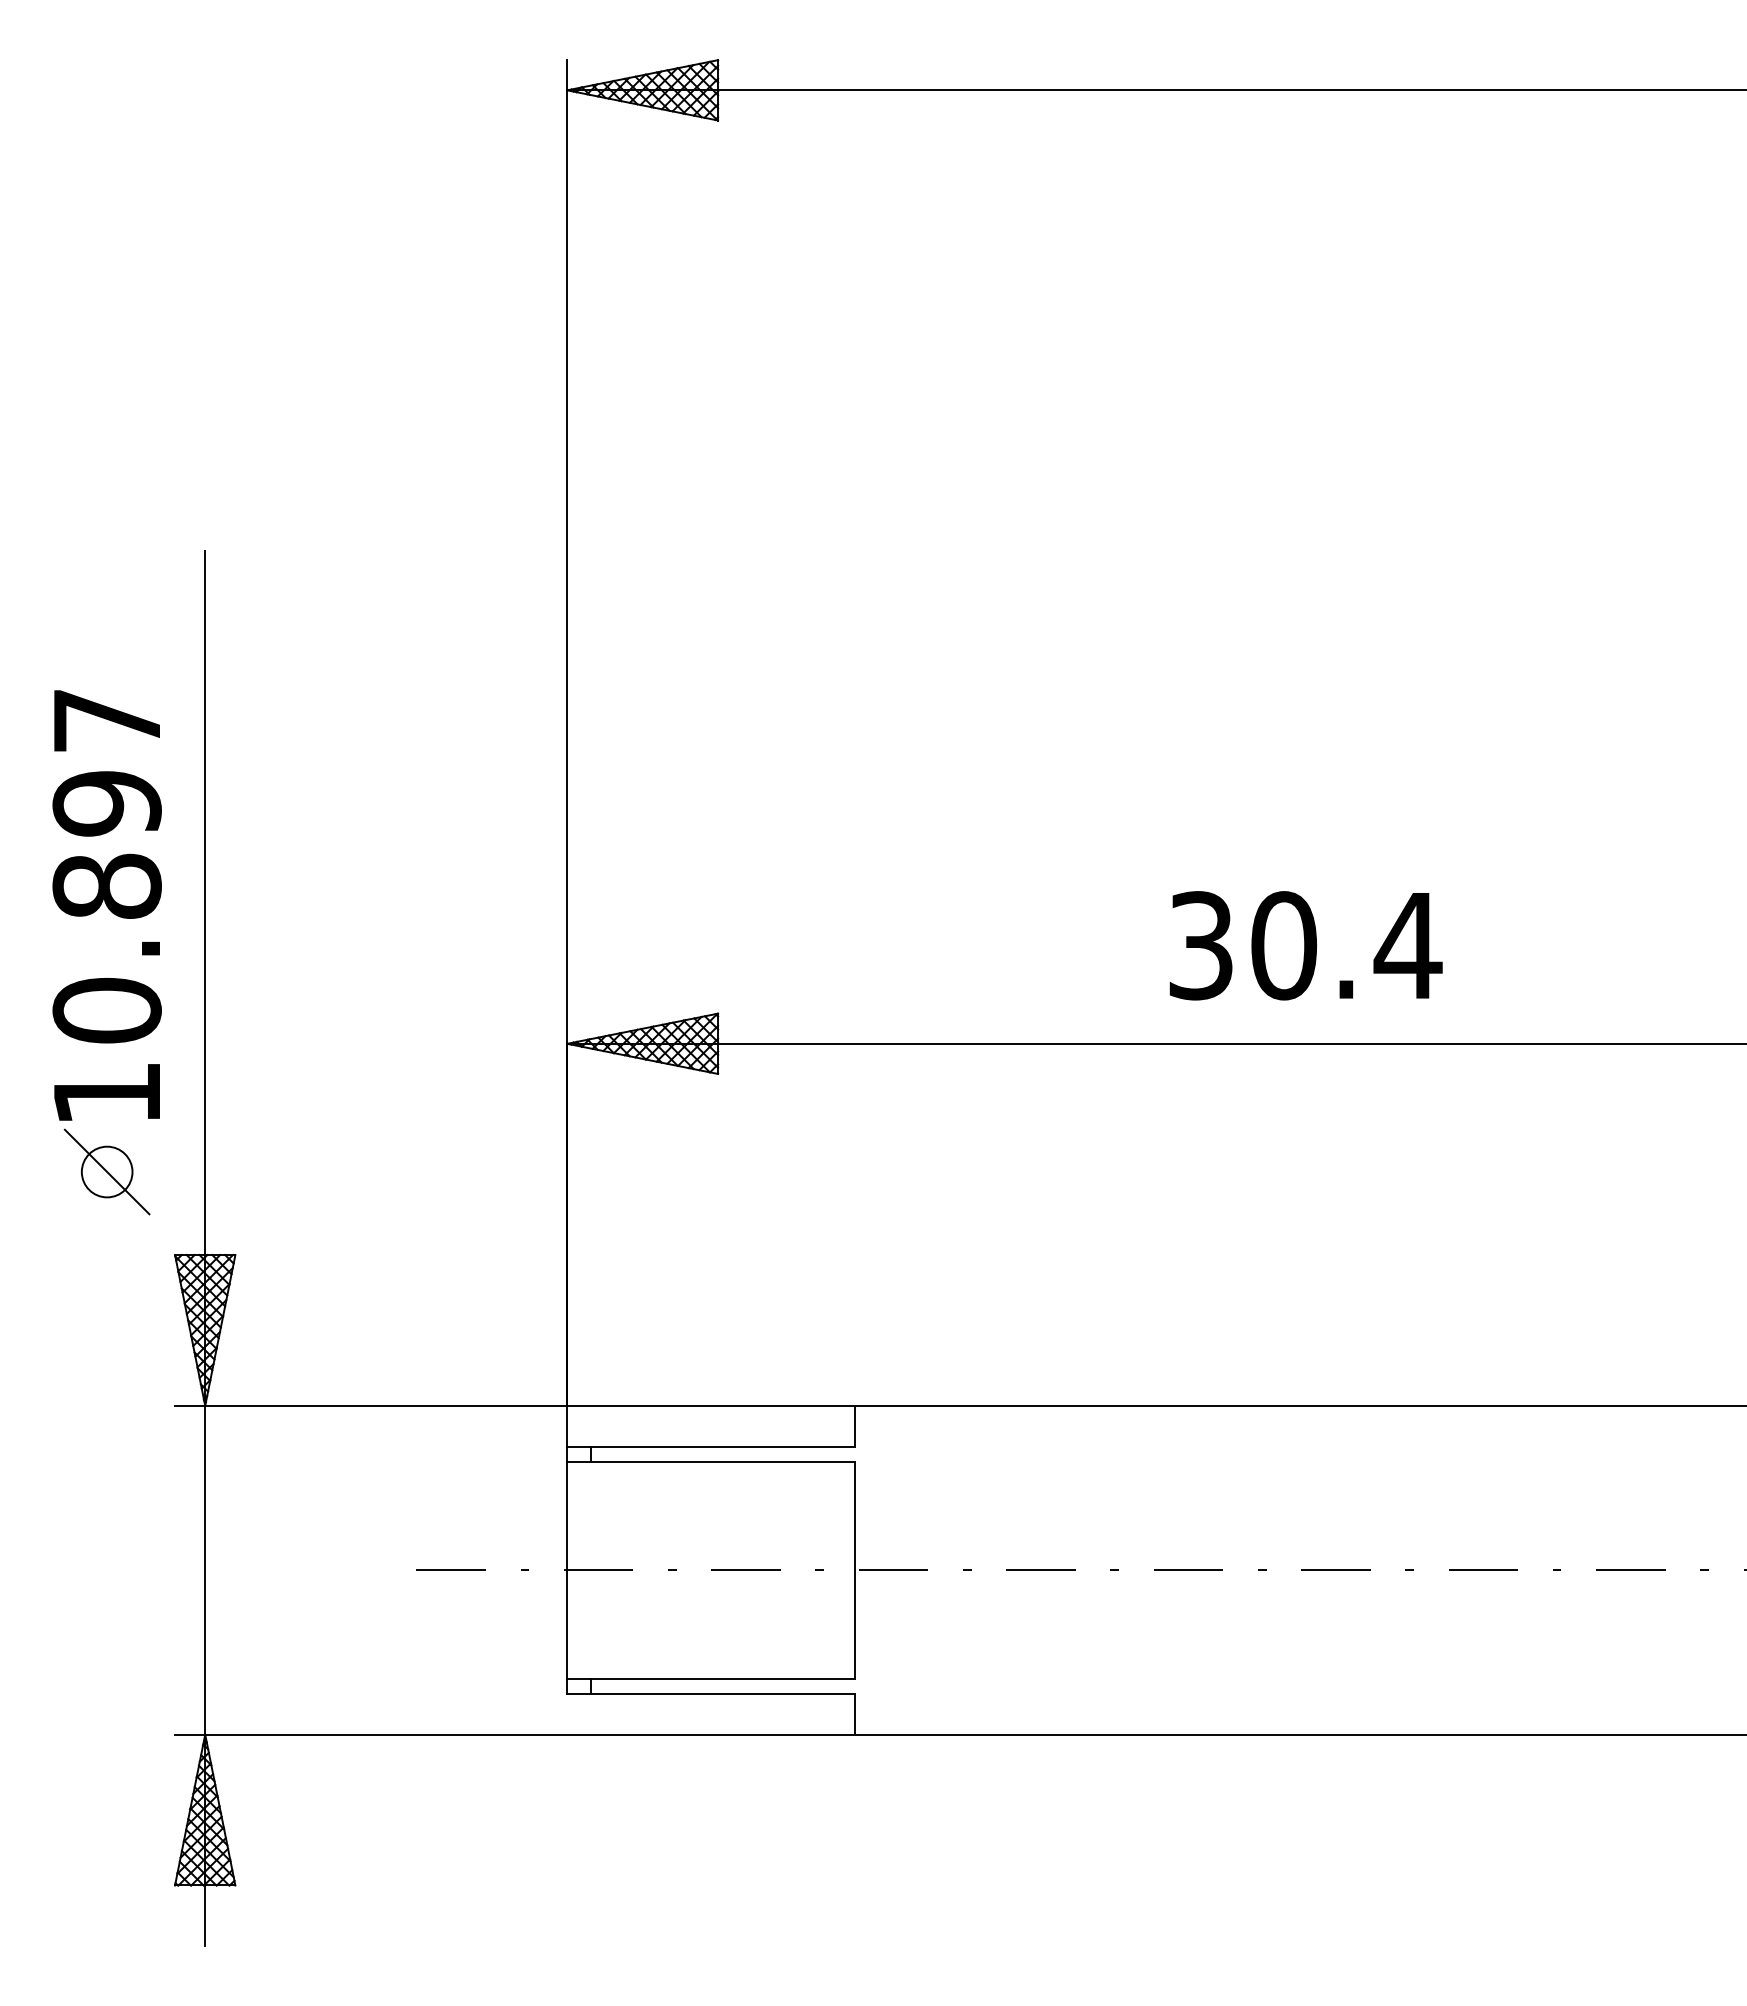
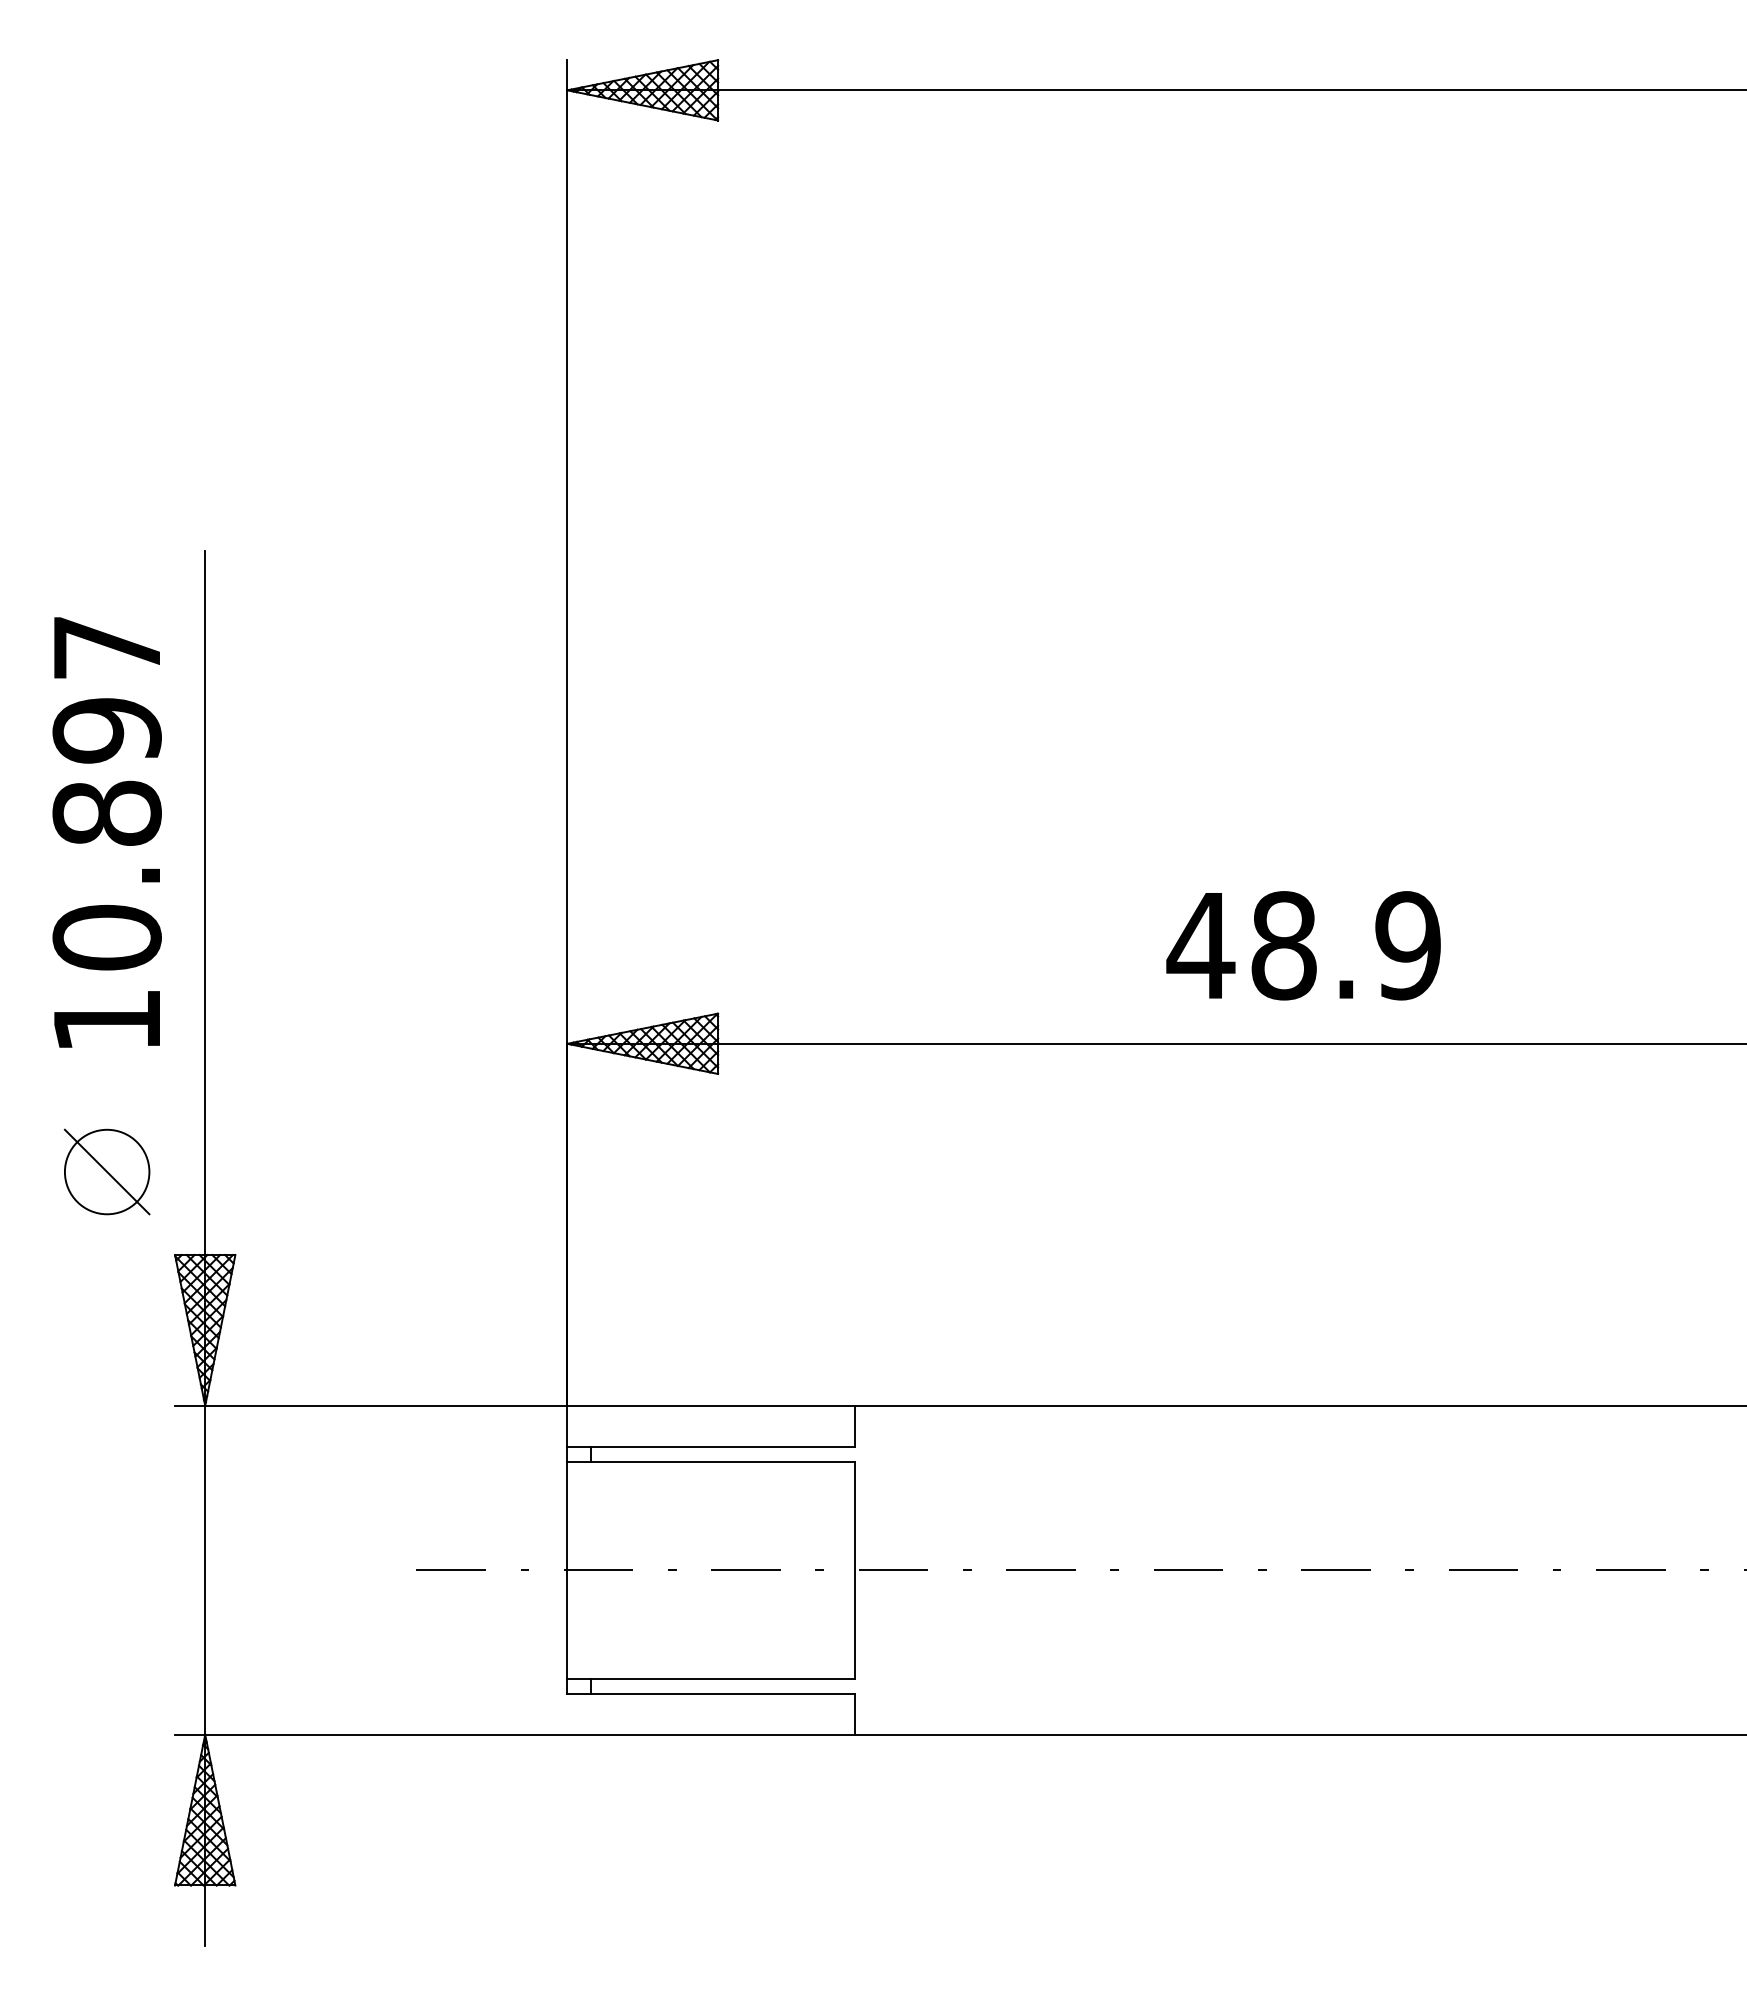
text at (106, 905) position: (106, 905) -> (106, 832)
text at (1304, 945): 30.4 -> 48.9
circle at (106, 1171) diameter: 51 px -> 84 px
